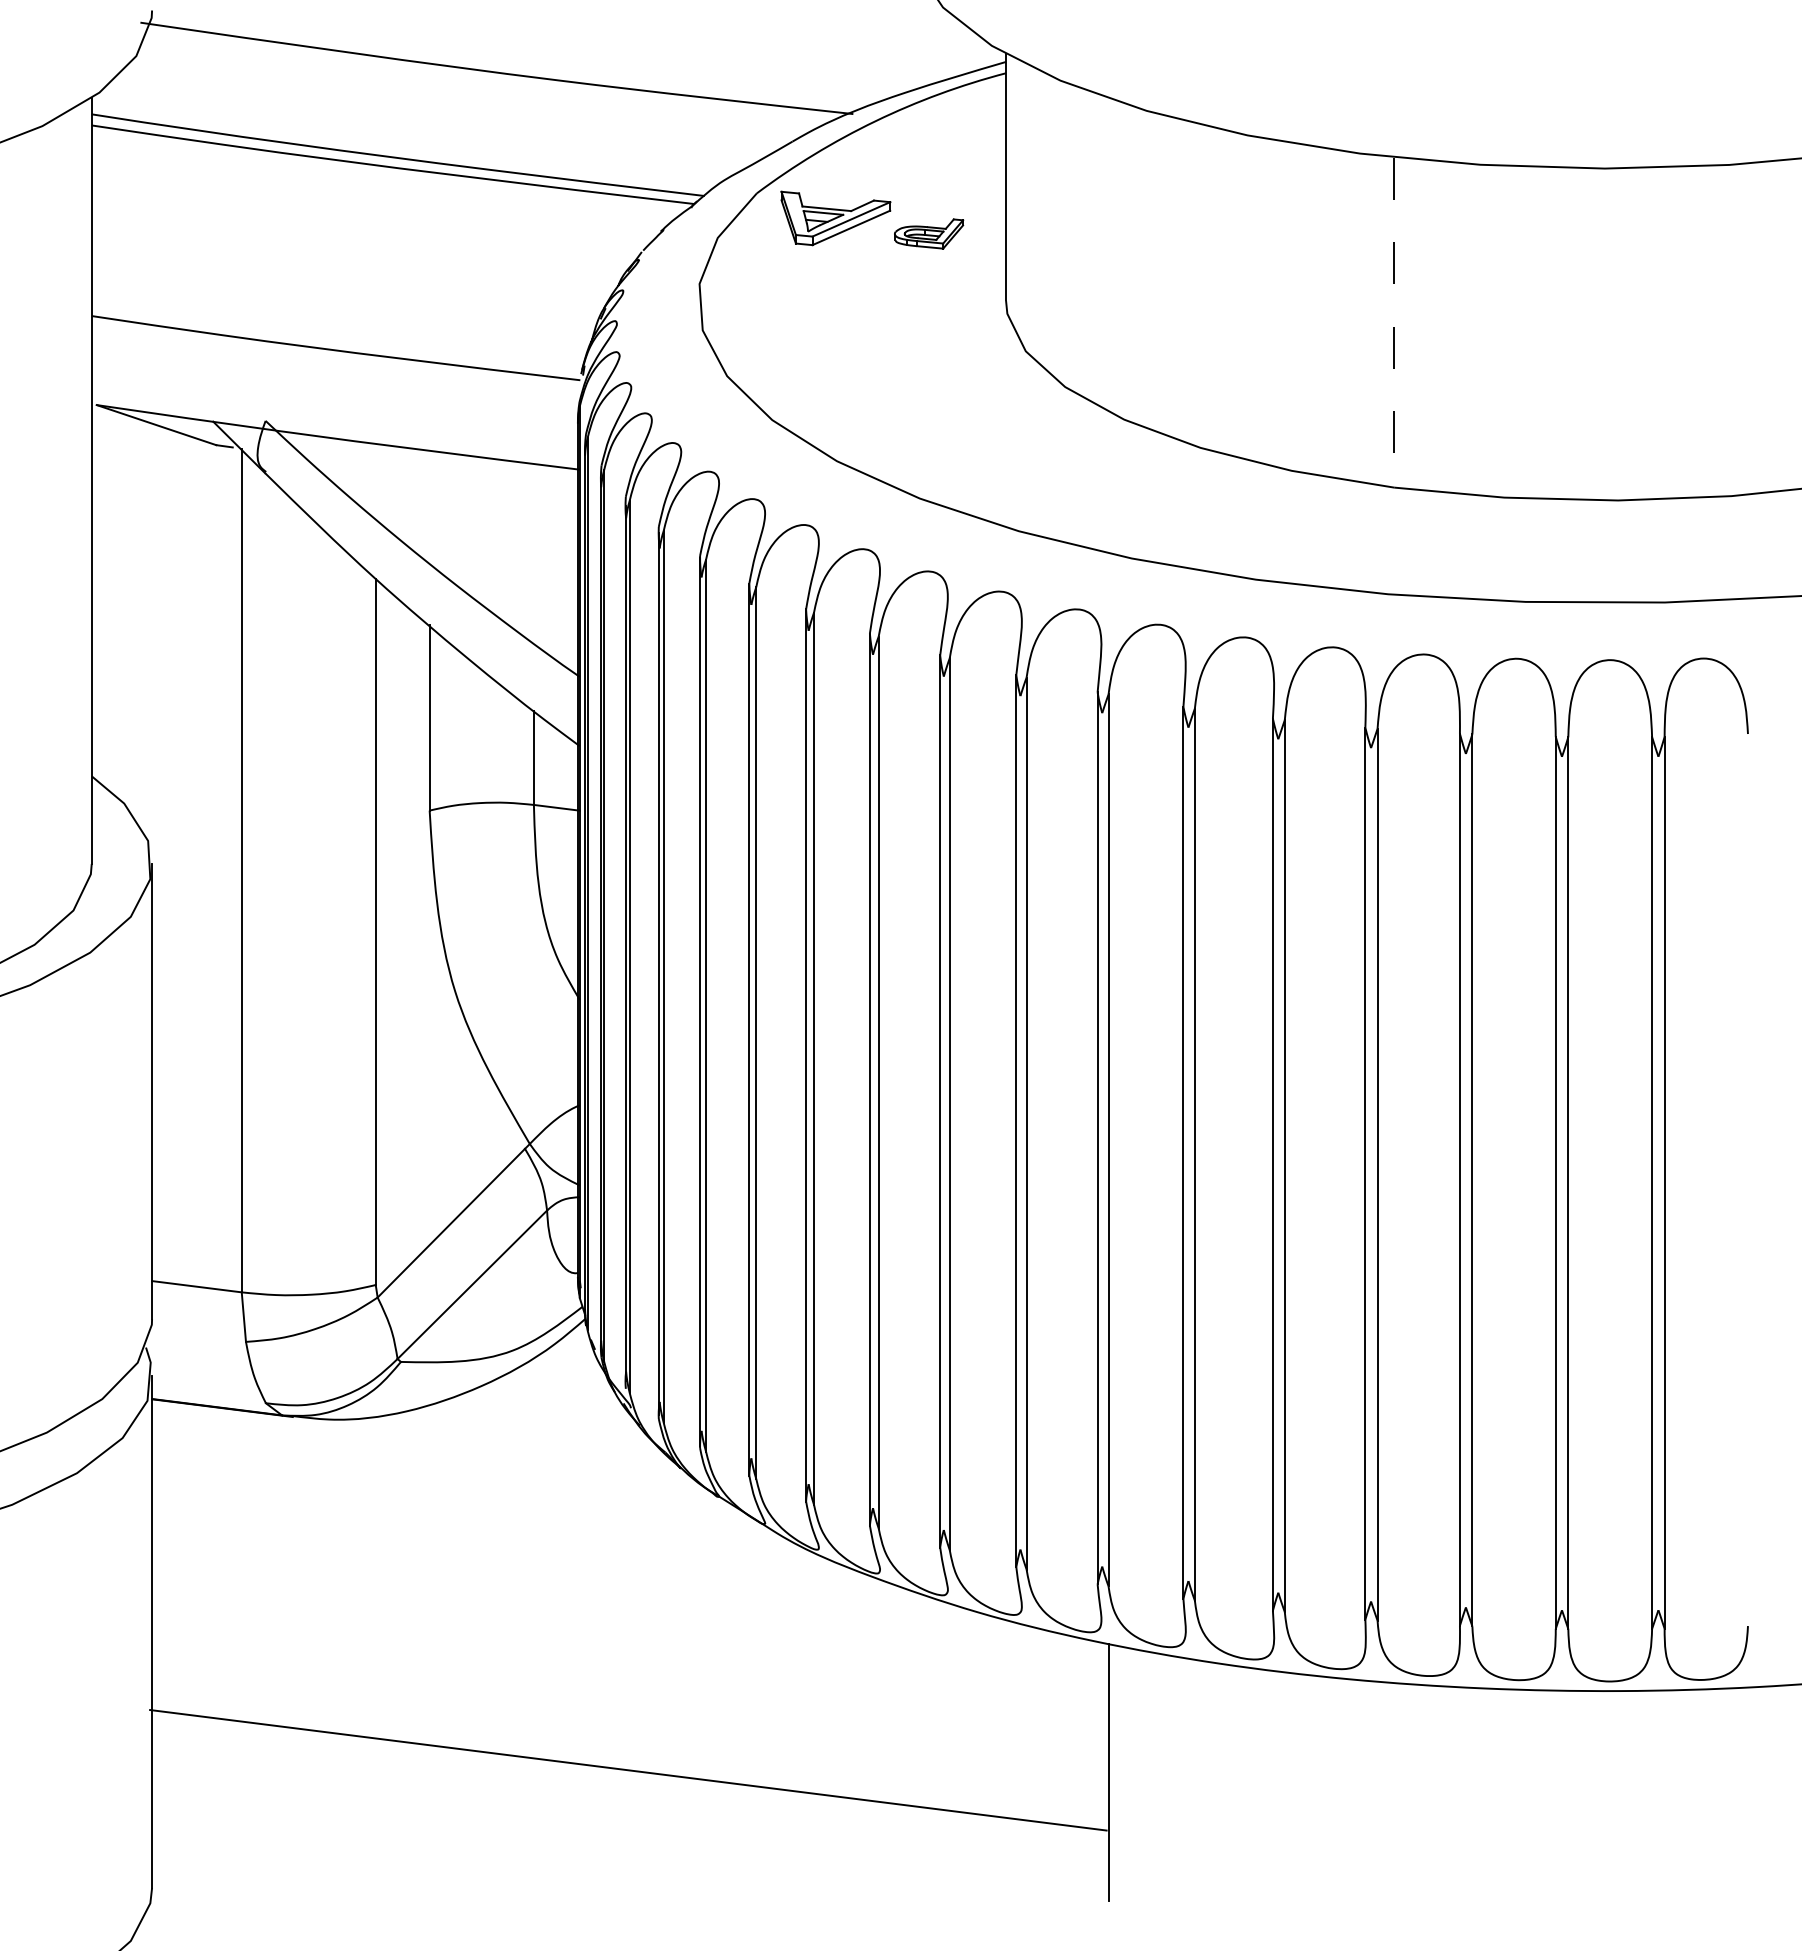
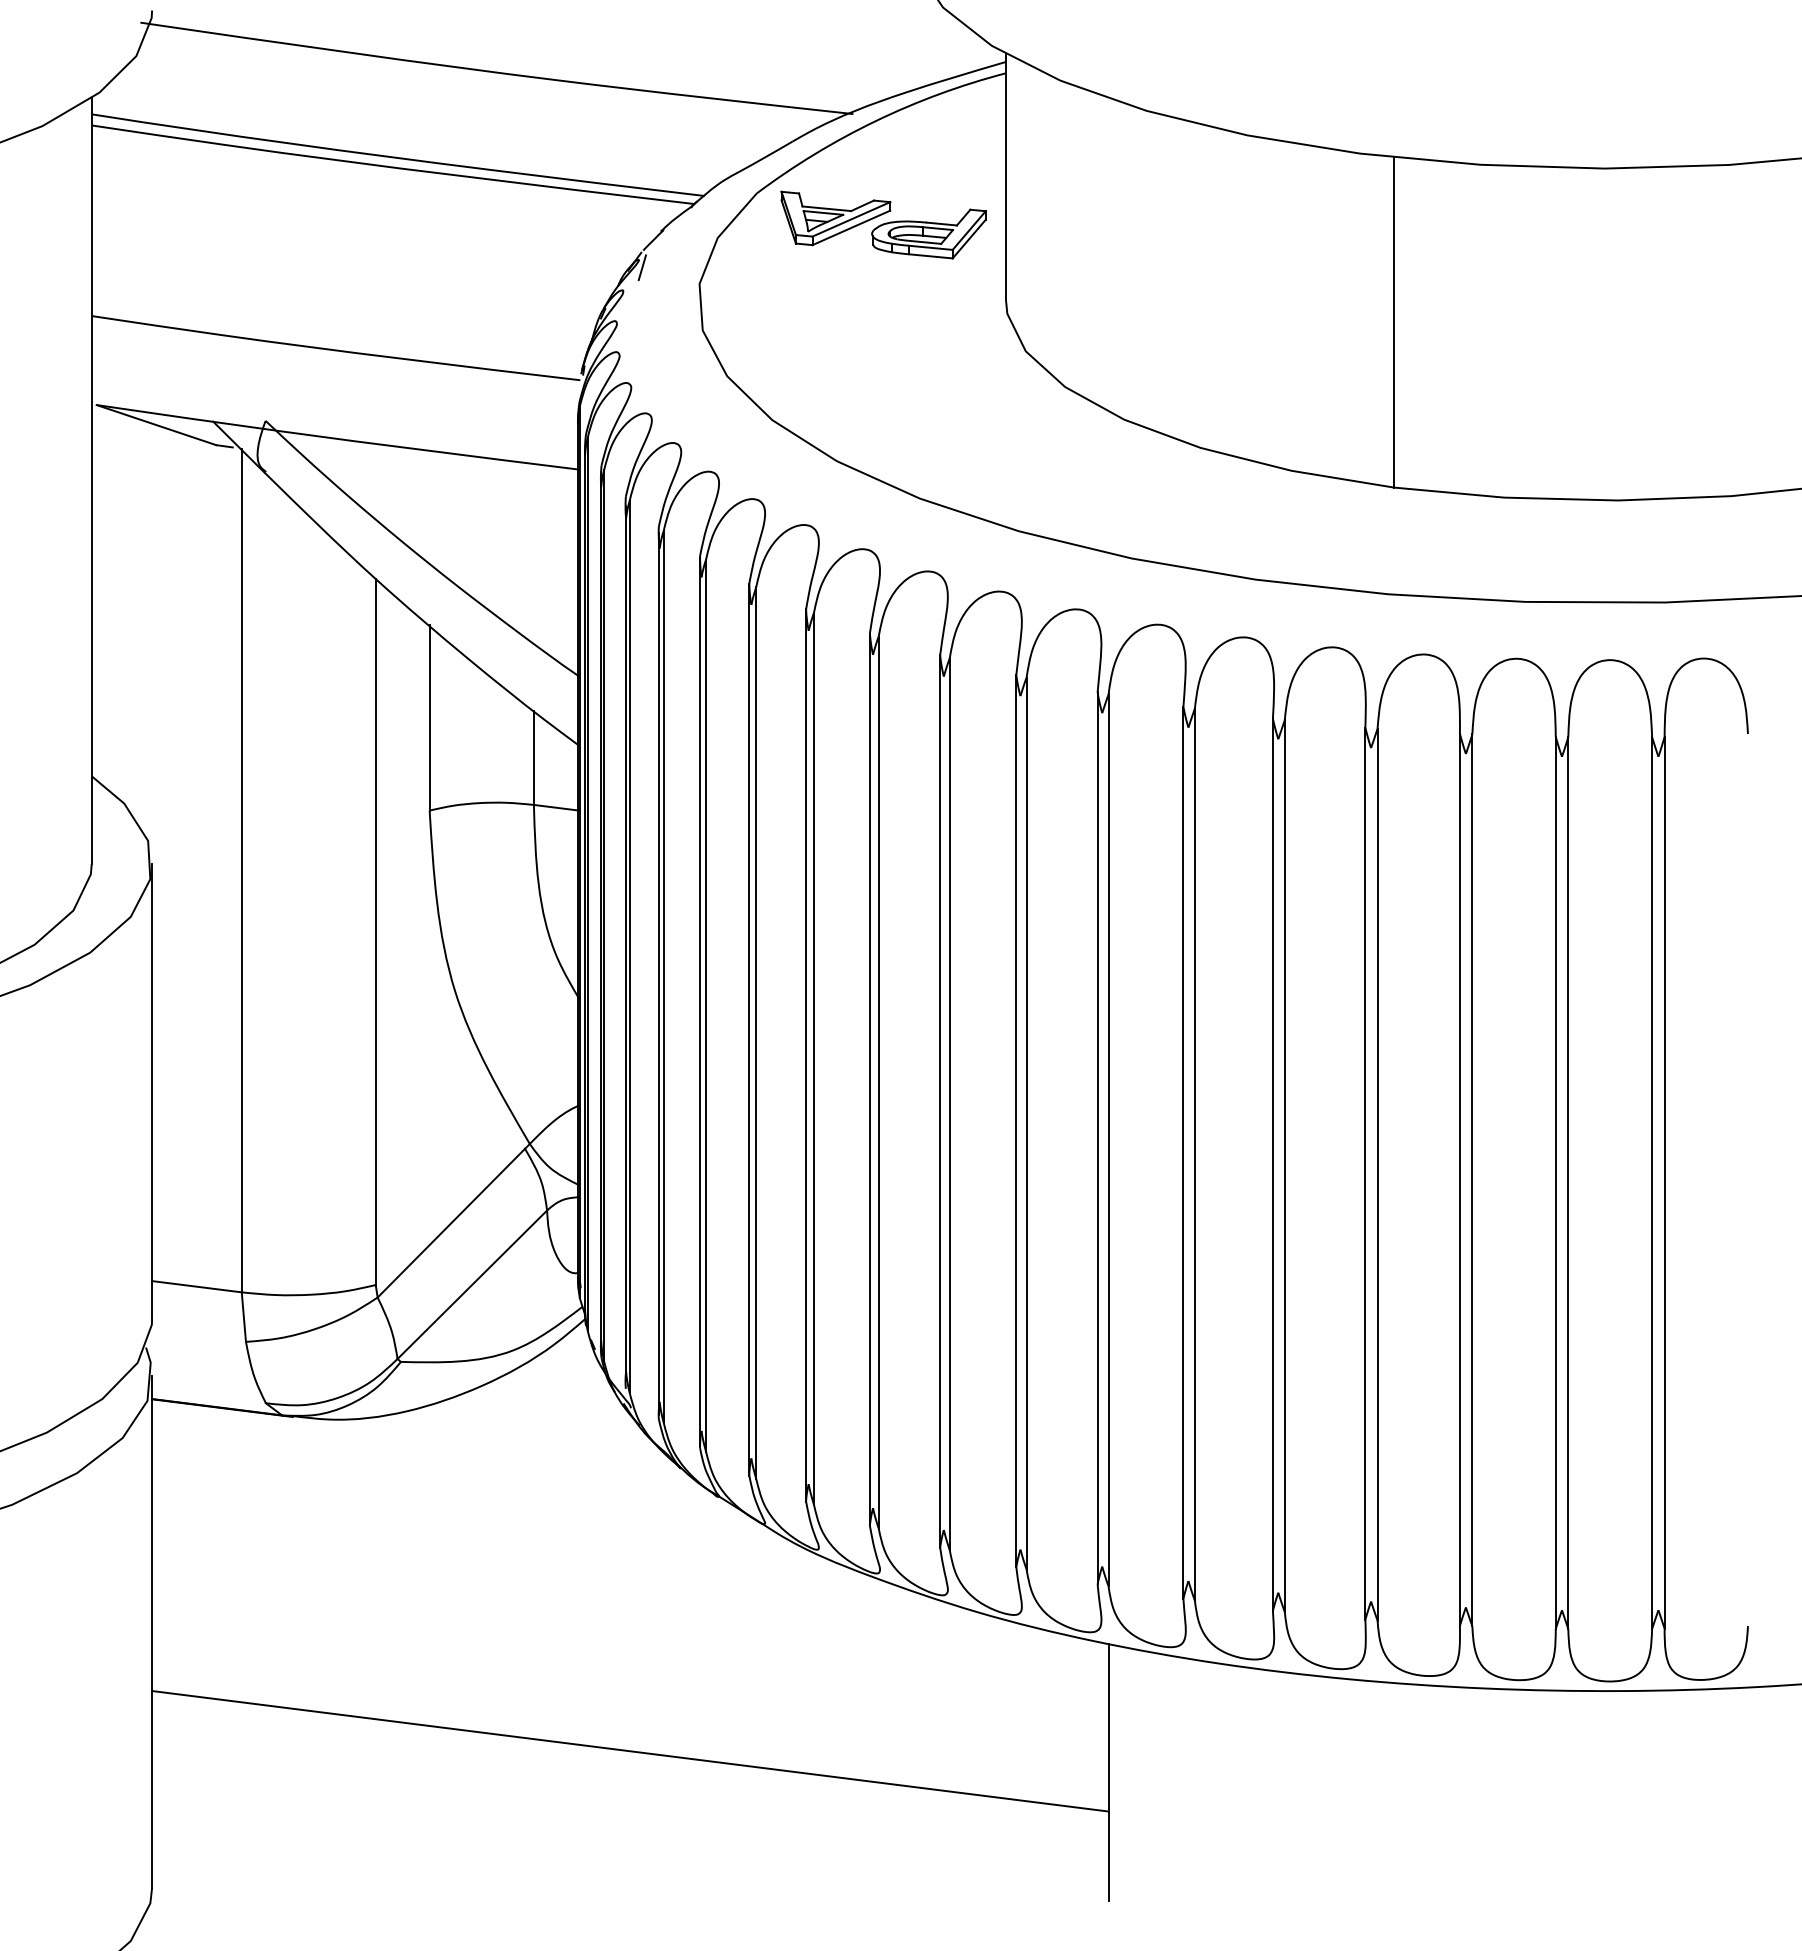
part at (929, 233) size: 71x32 px -> 116x52 px
line at (642, 267): none -> present
line at (1394, 323): dashed -> solid
line at (628, 1770) position: (628, 1770) -> (630, 1751)
